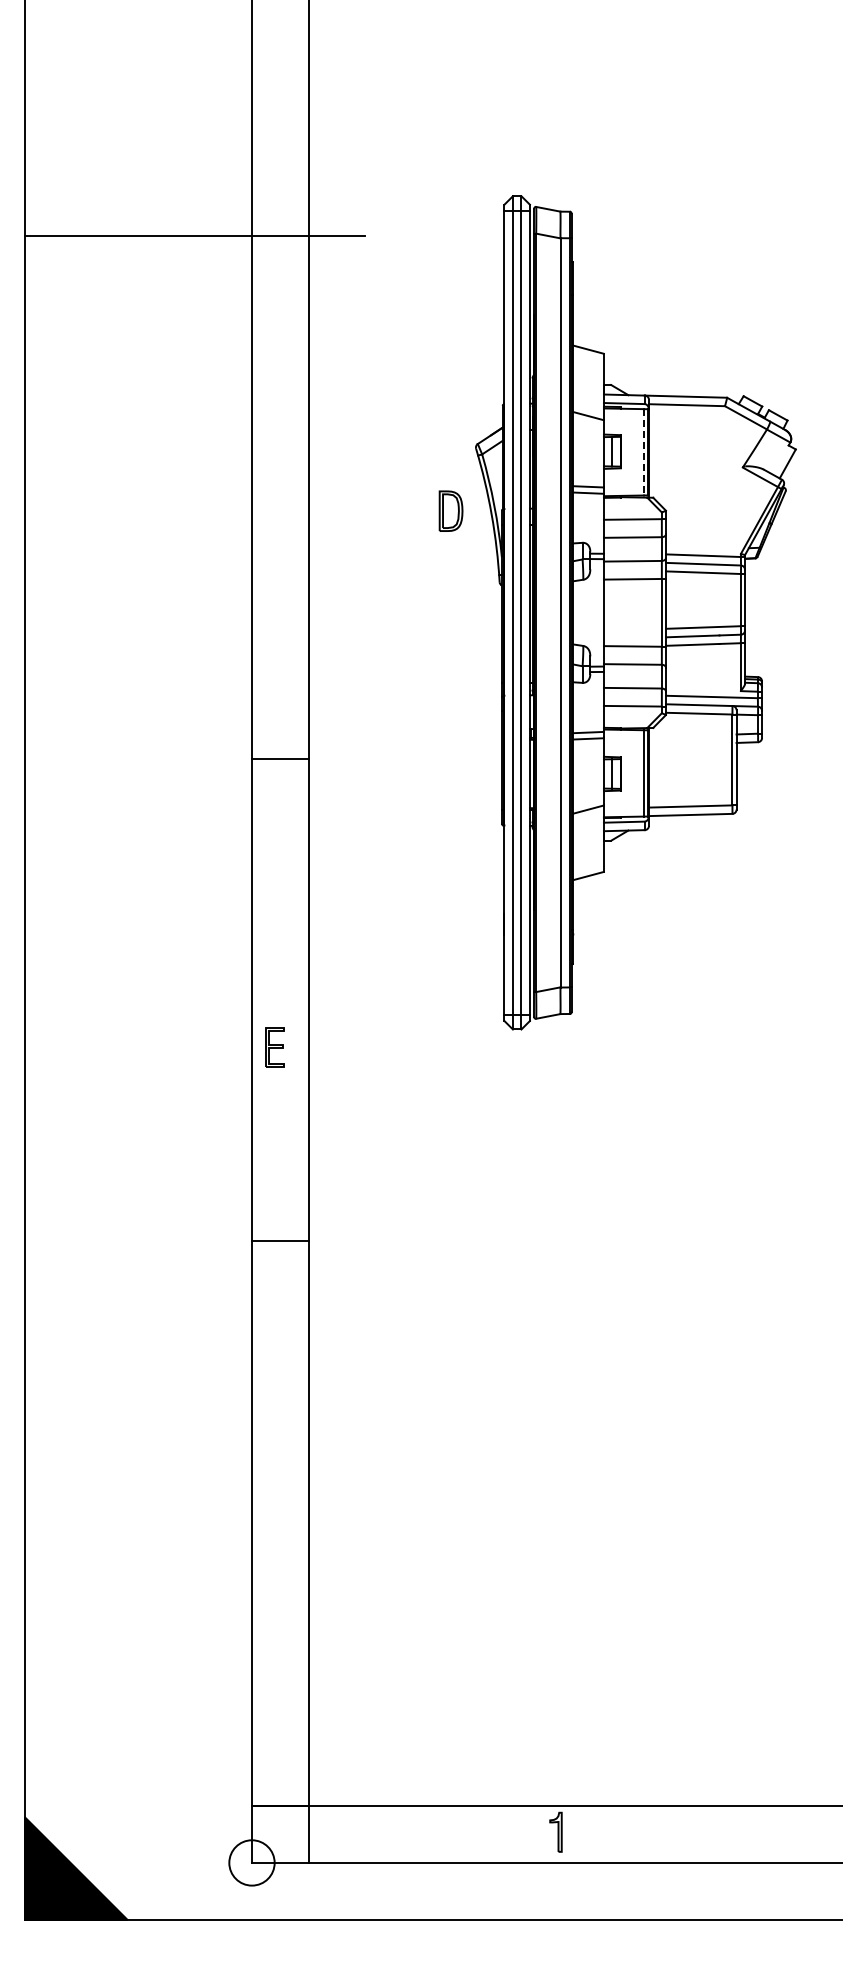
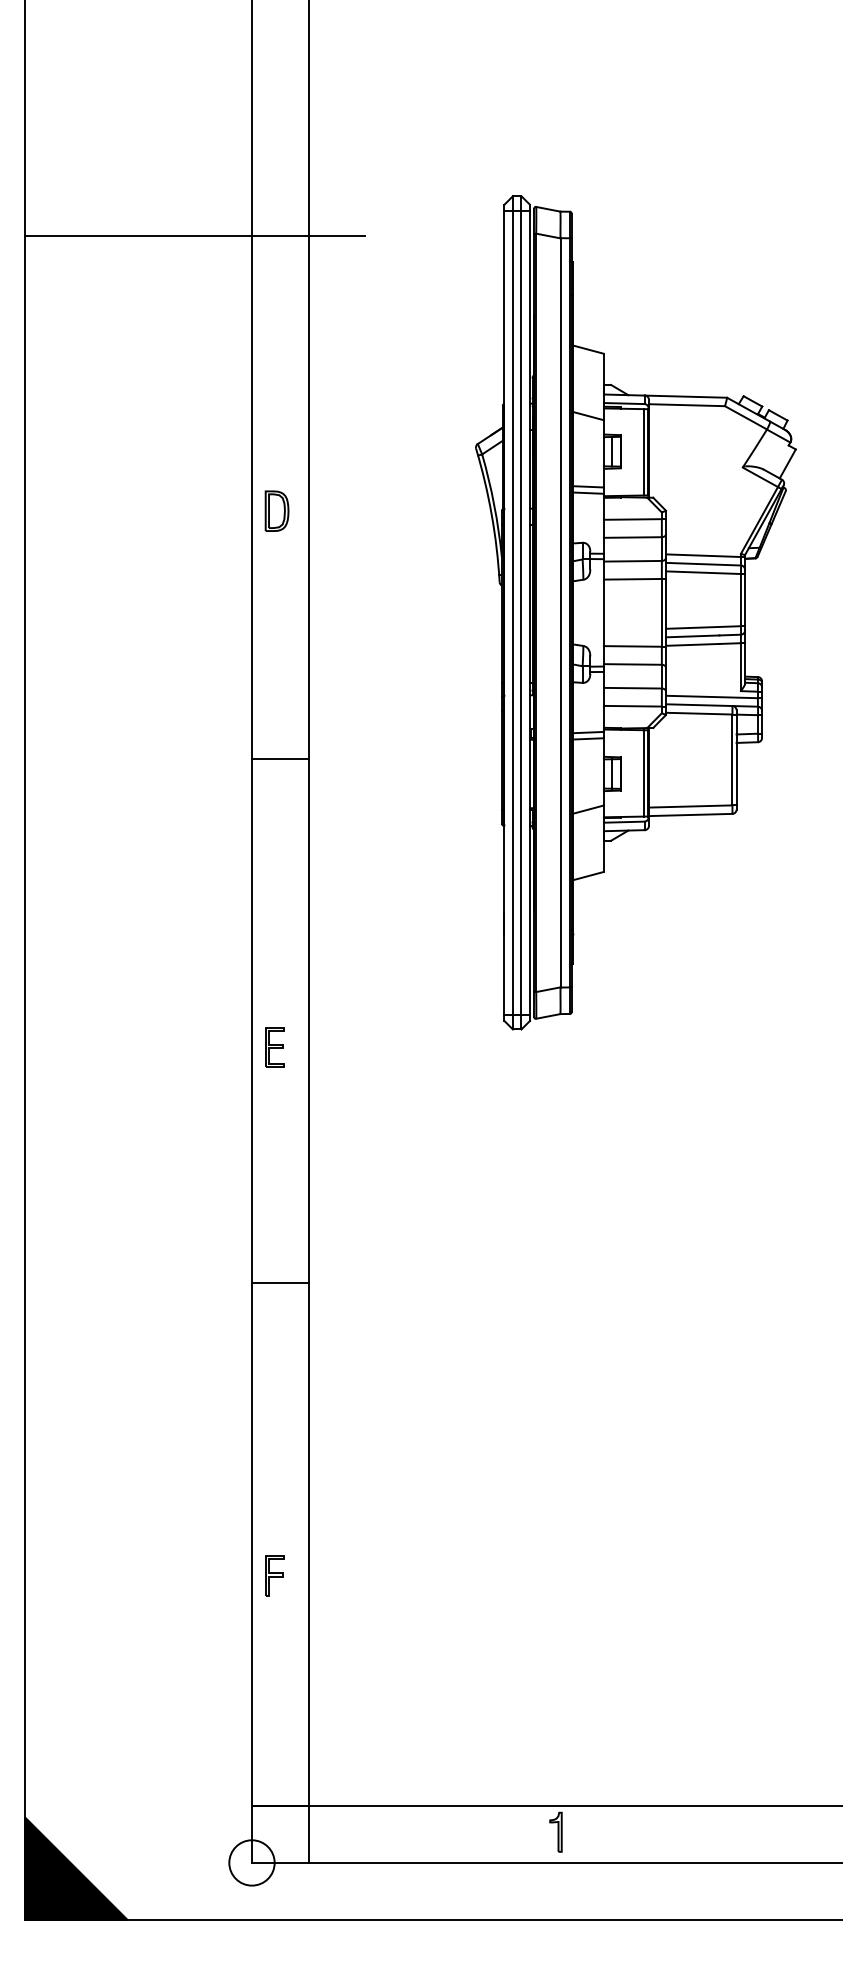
line at (643, 452): dashed -> solid
part at (450, 510) position: (450, 510) -> (276, 510)
line at (280, 1240) position: (280, 1240) -> (280, 1282)
part at (274, 1575): none -> present
